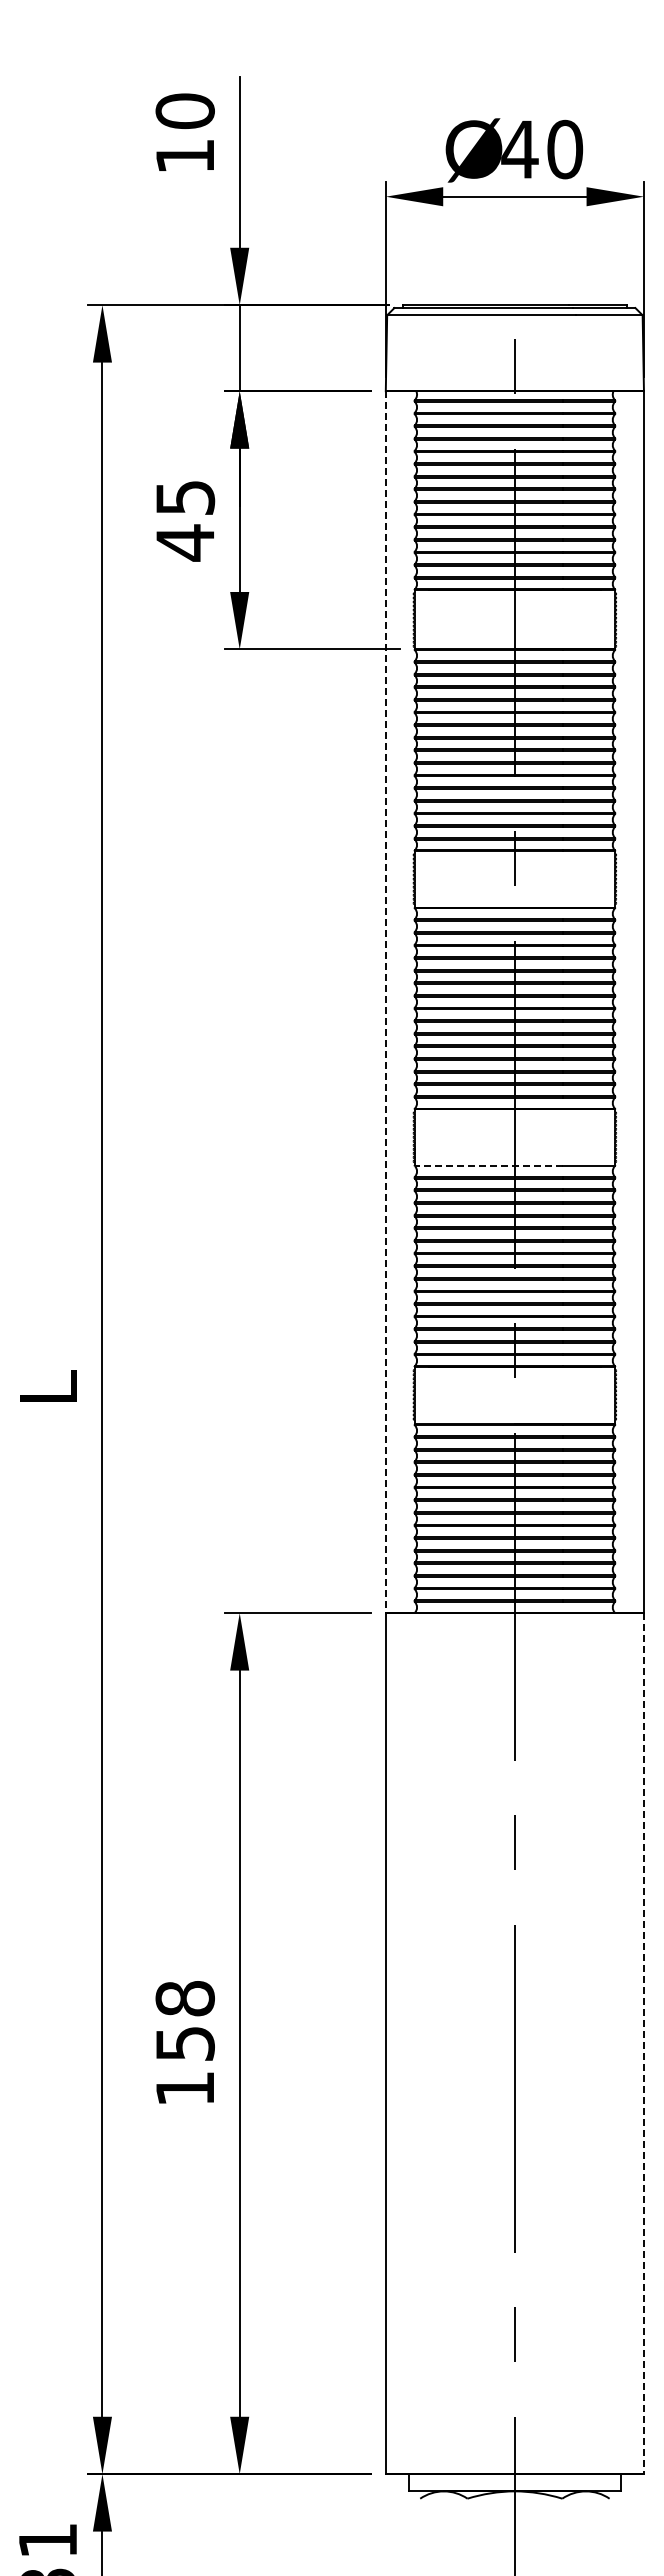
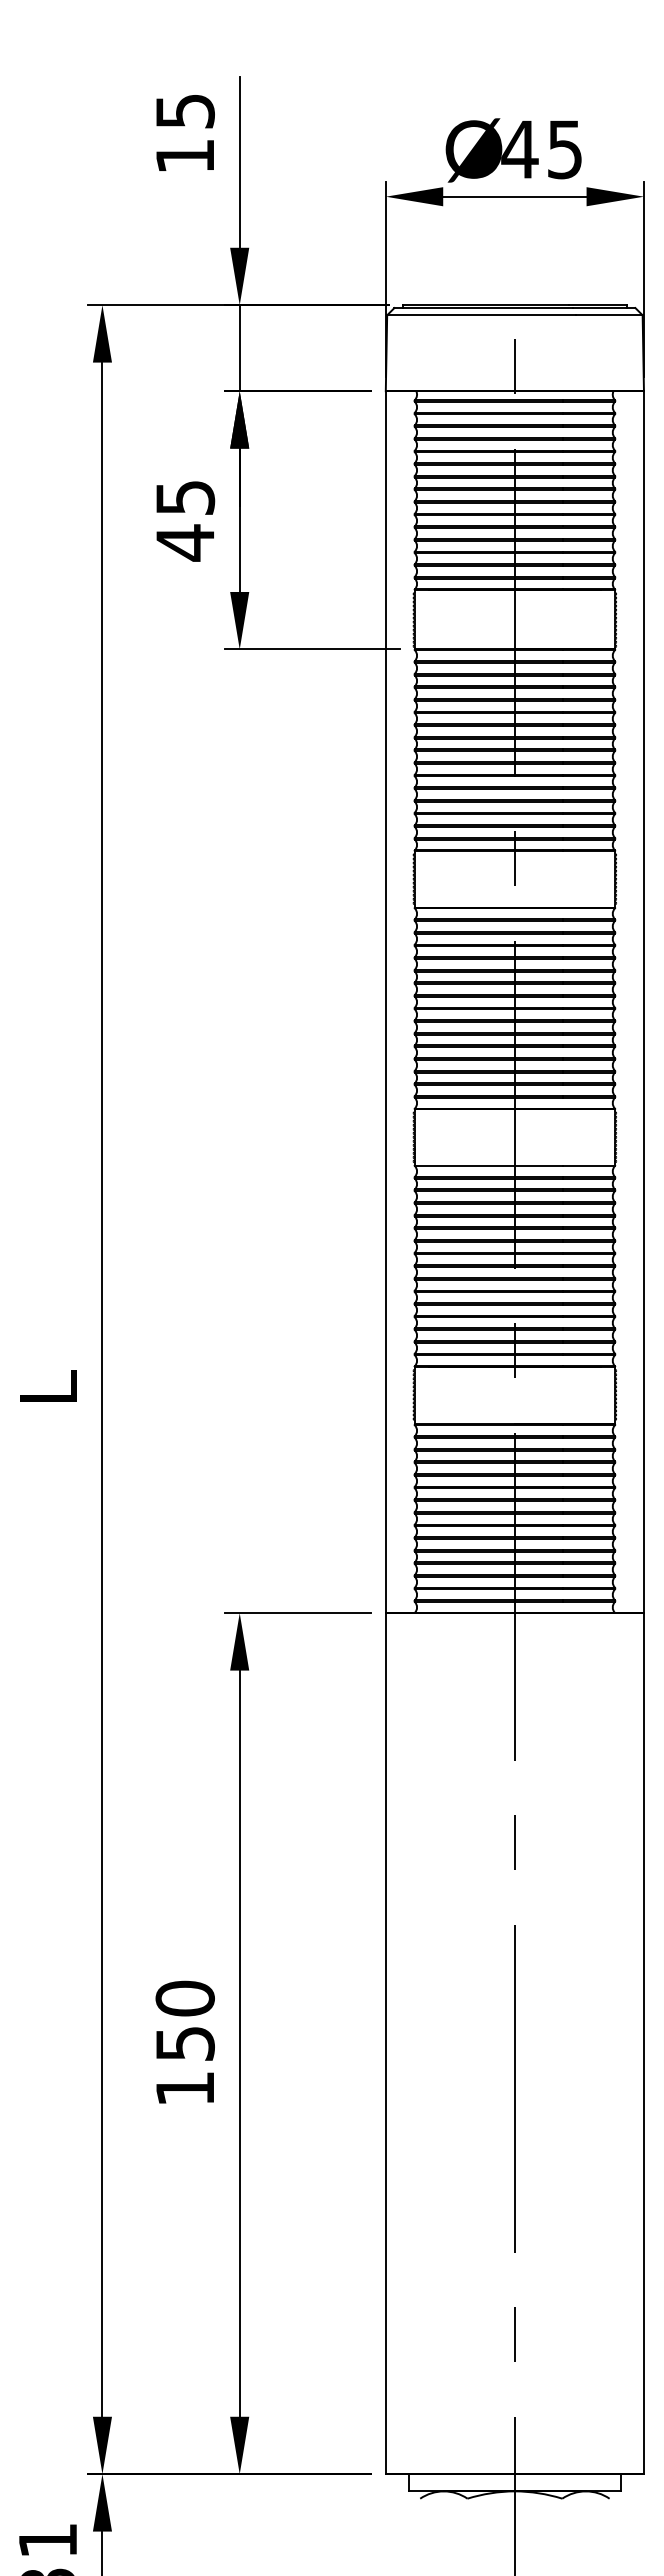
text at (184, 111): 10 -> 15
text at (565, 149): 40 -> 45
line at (385, 1002): dashed -> solid
line at (488, 1166): dashed -> solid
text at (184, 1998): 158 -> 150
line at (643, 2044): dashed -> solid
